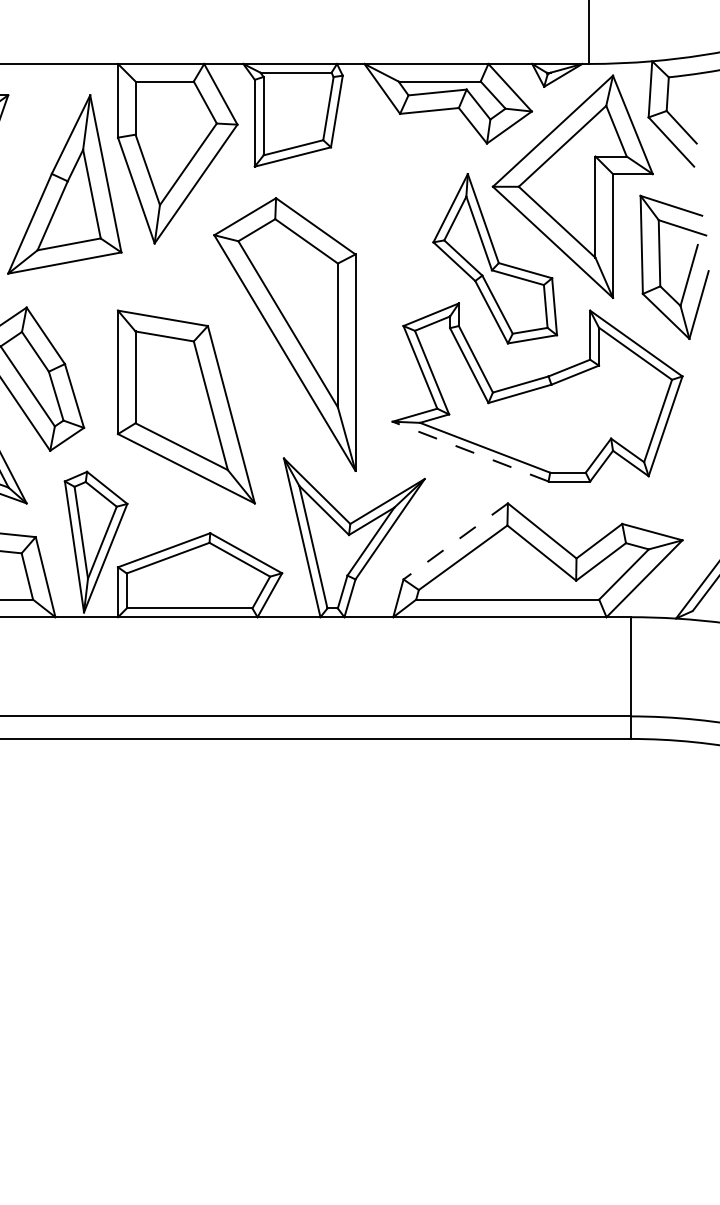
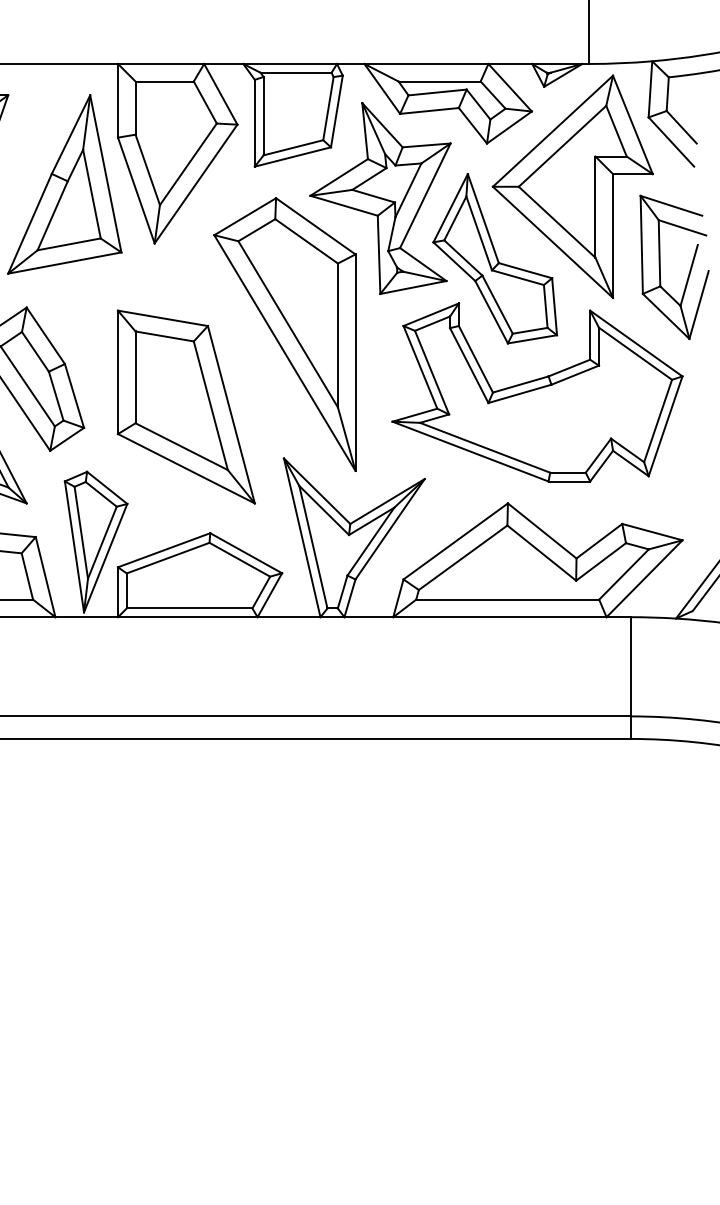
part at (380, 198): none -> present
line at (470, 451): dashed -> solid
line at (455, 541): dashed -> solid
